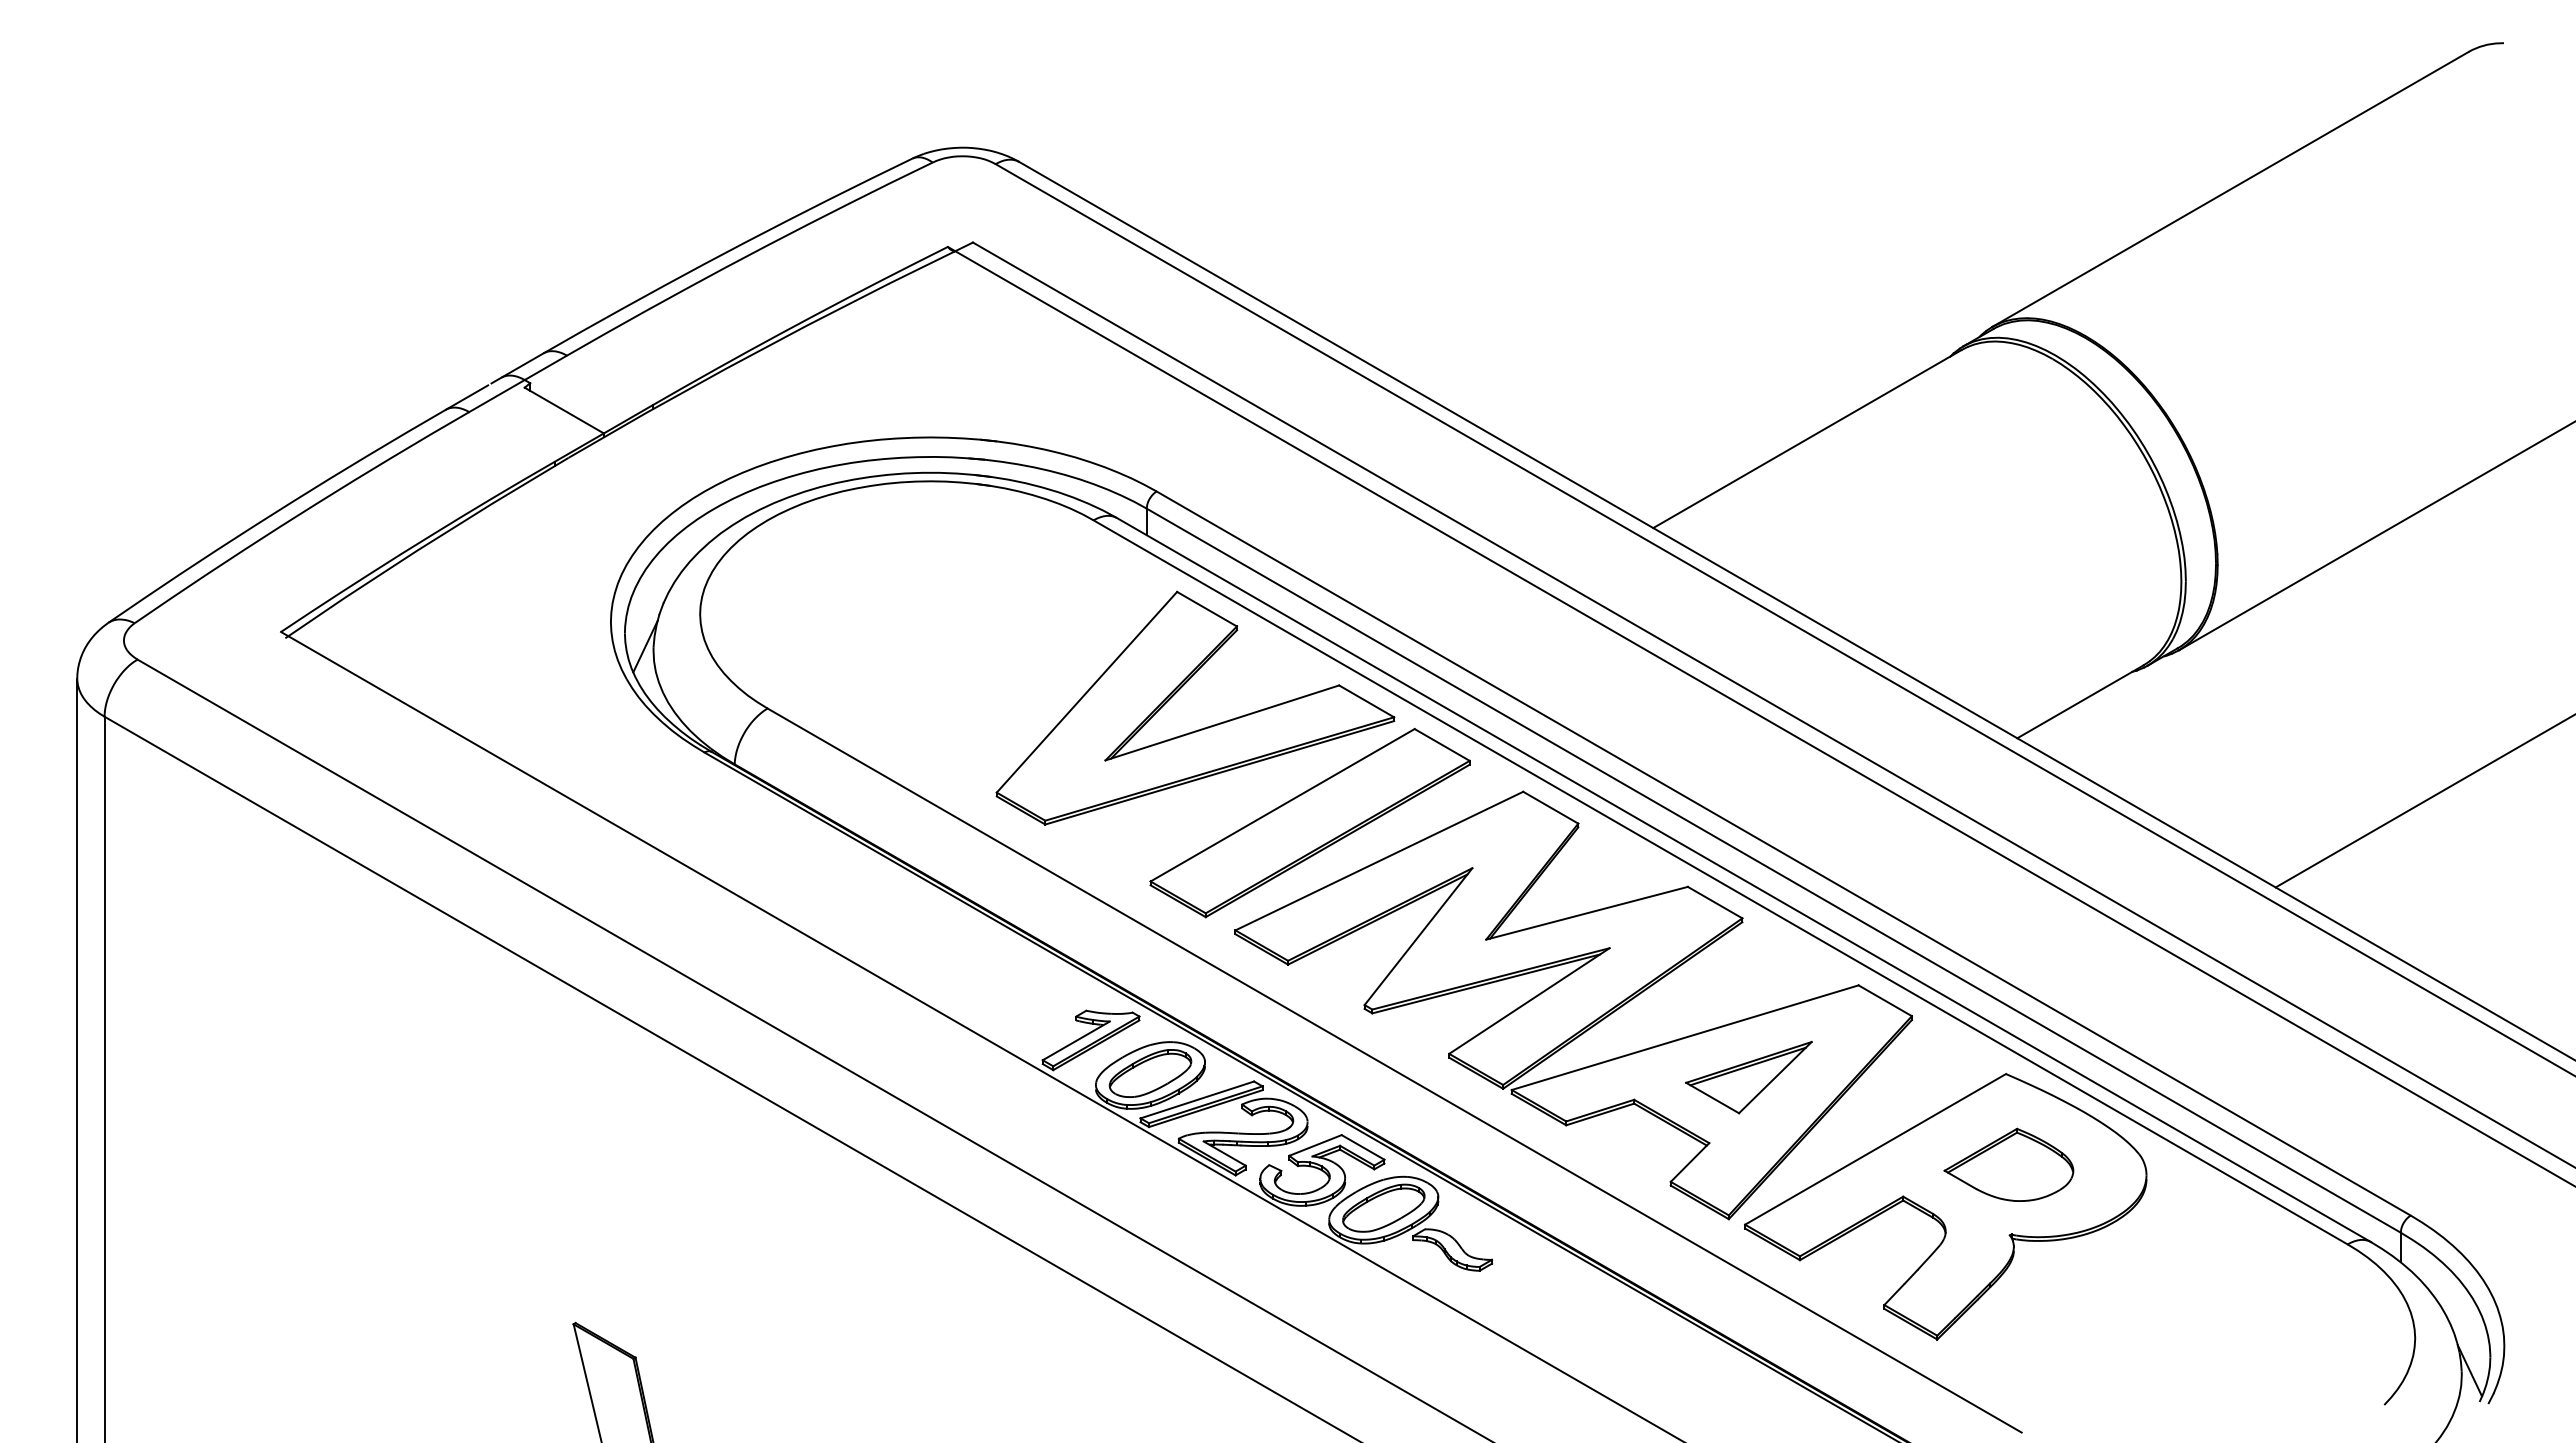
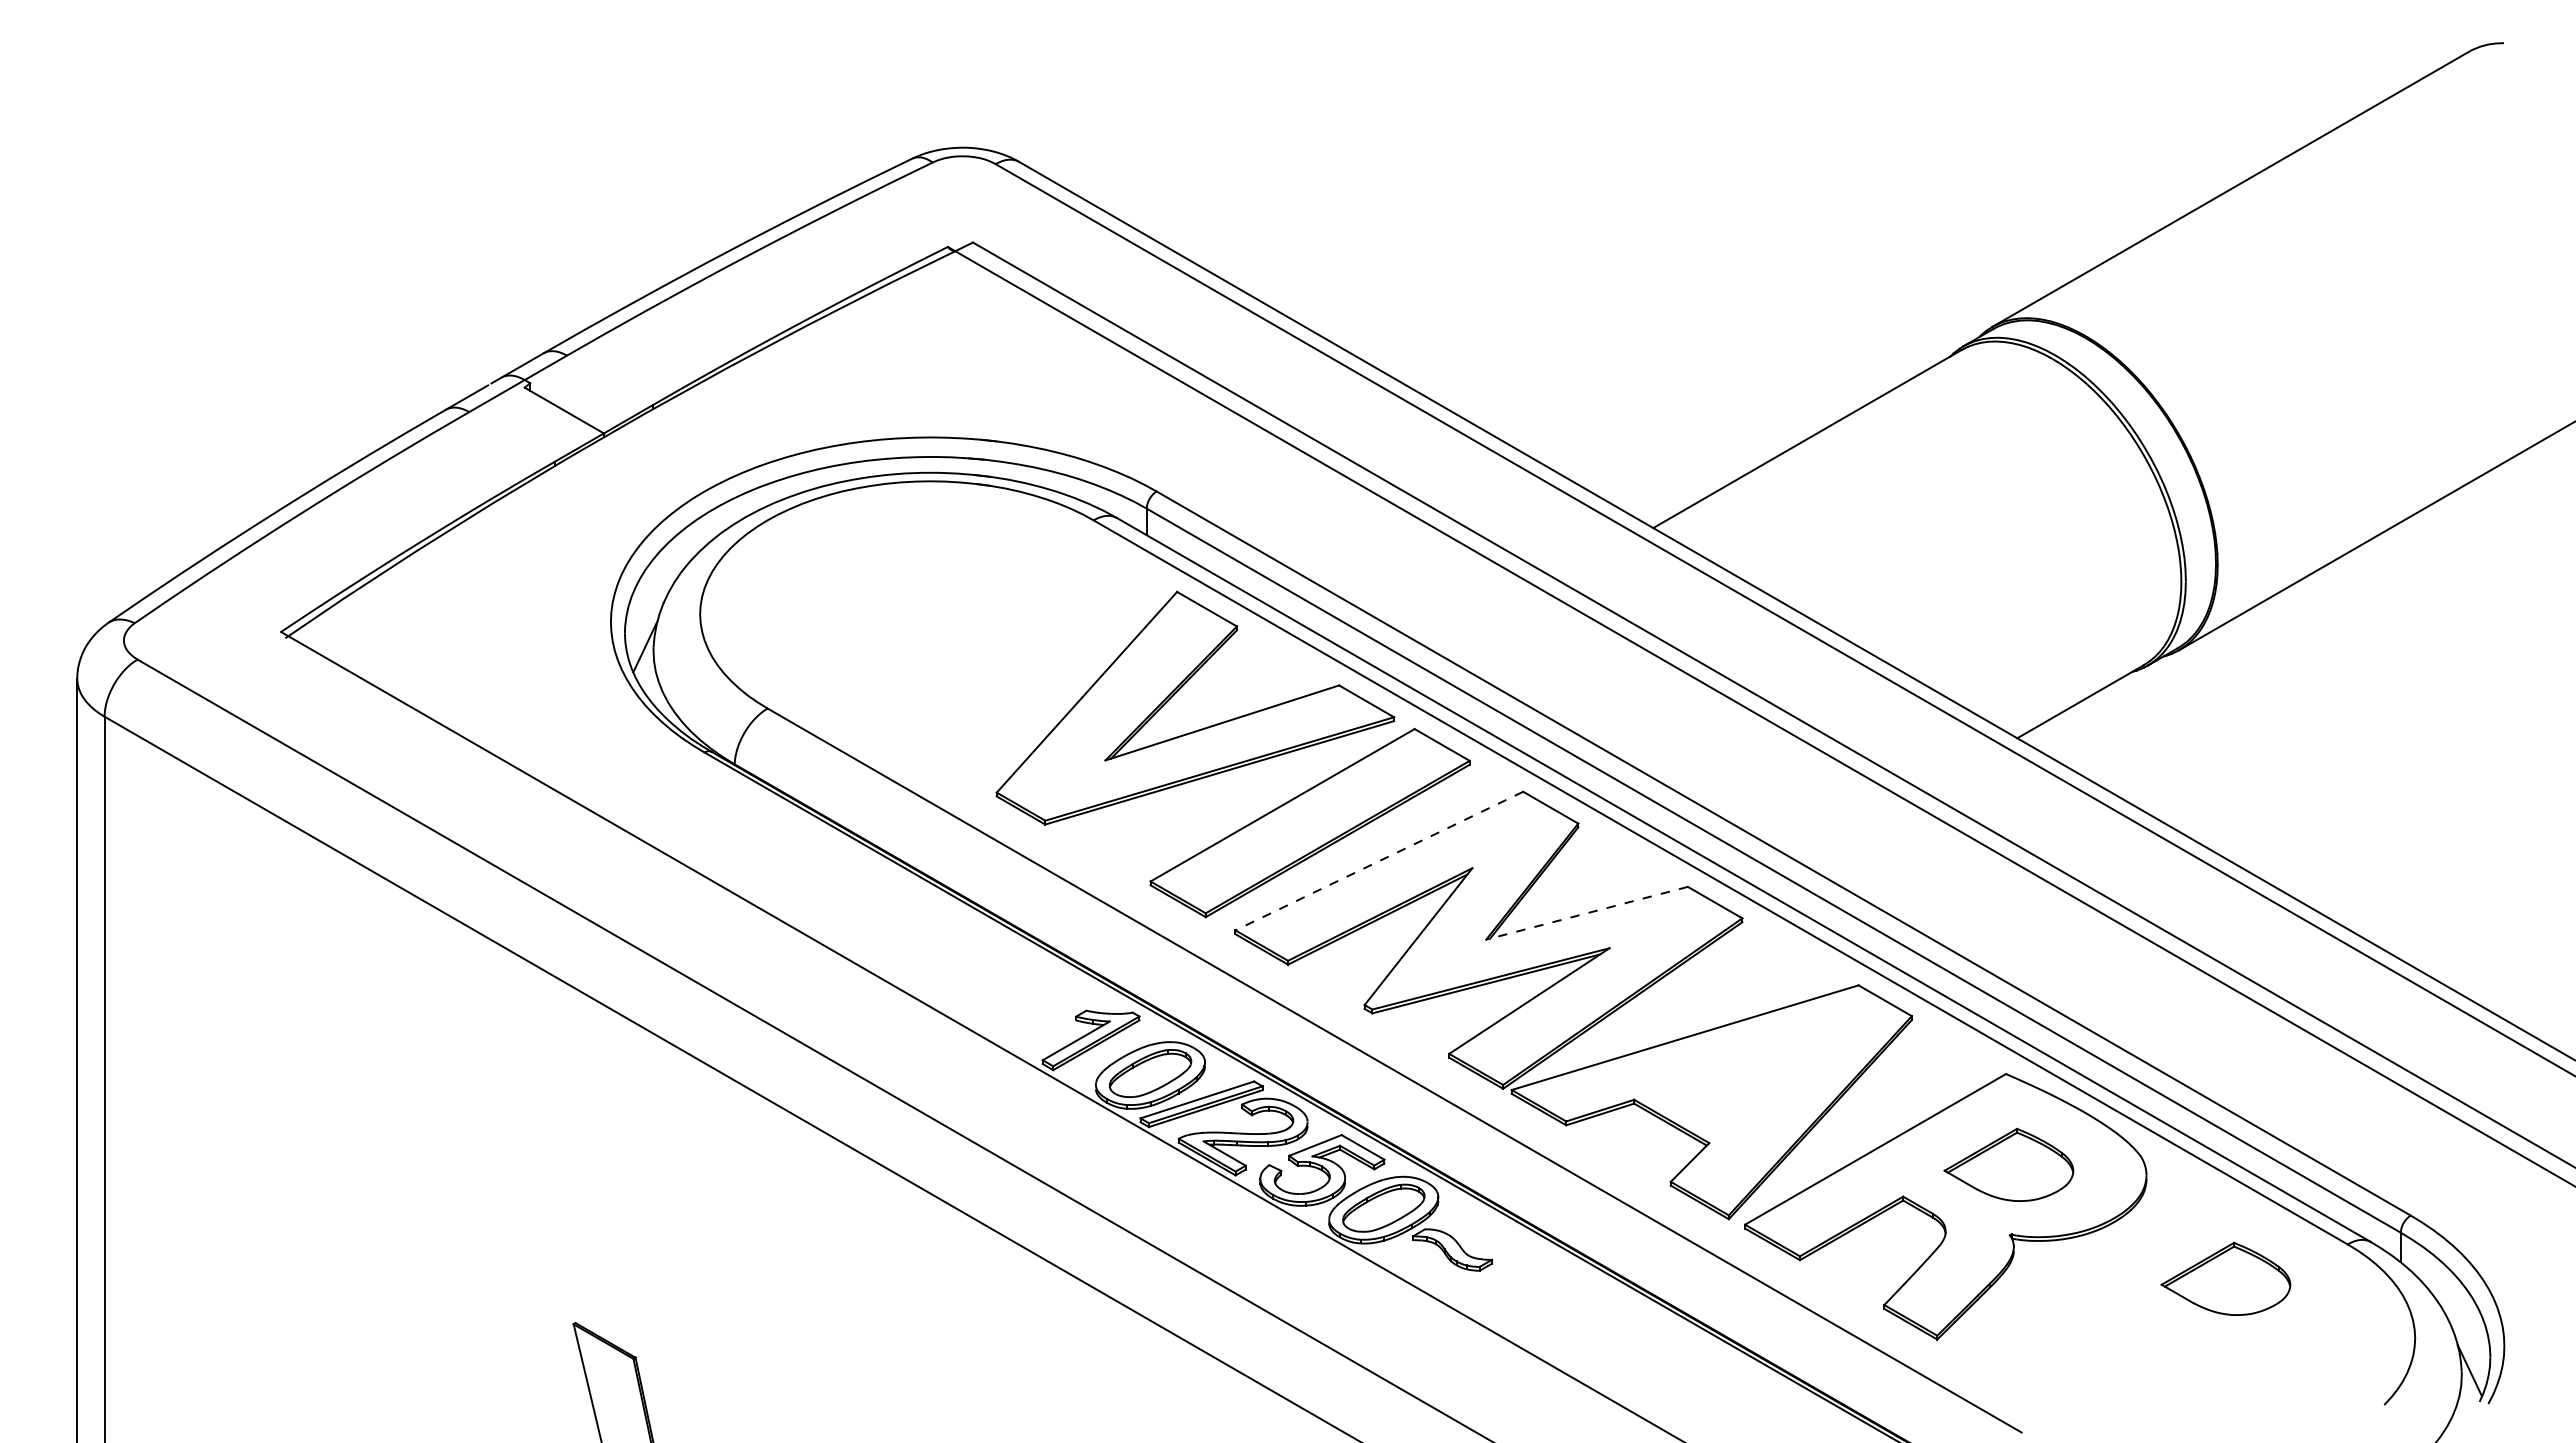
line at (2423, 801): present -> none
line at (1379, 861): solid -> dashed
line at (1586, 913): solid -> dashed
part at (1748, 1077): present -> none
part at (2225, 1278): none -> present
